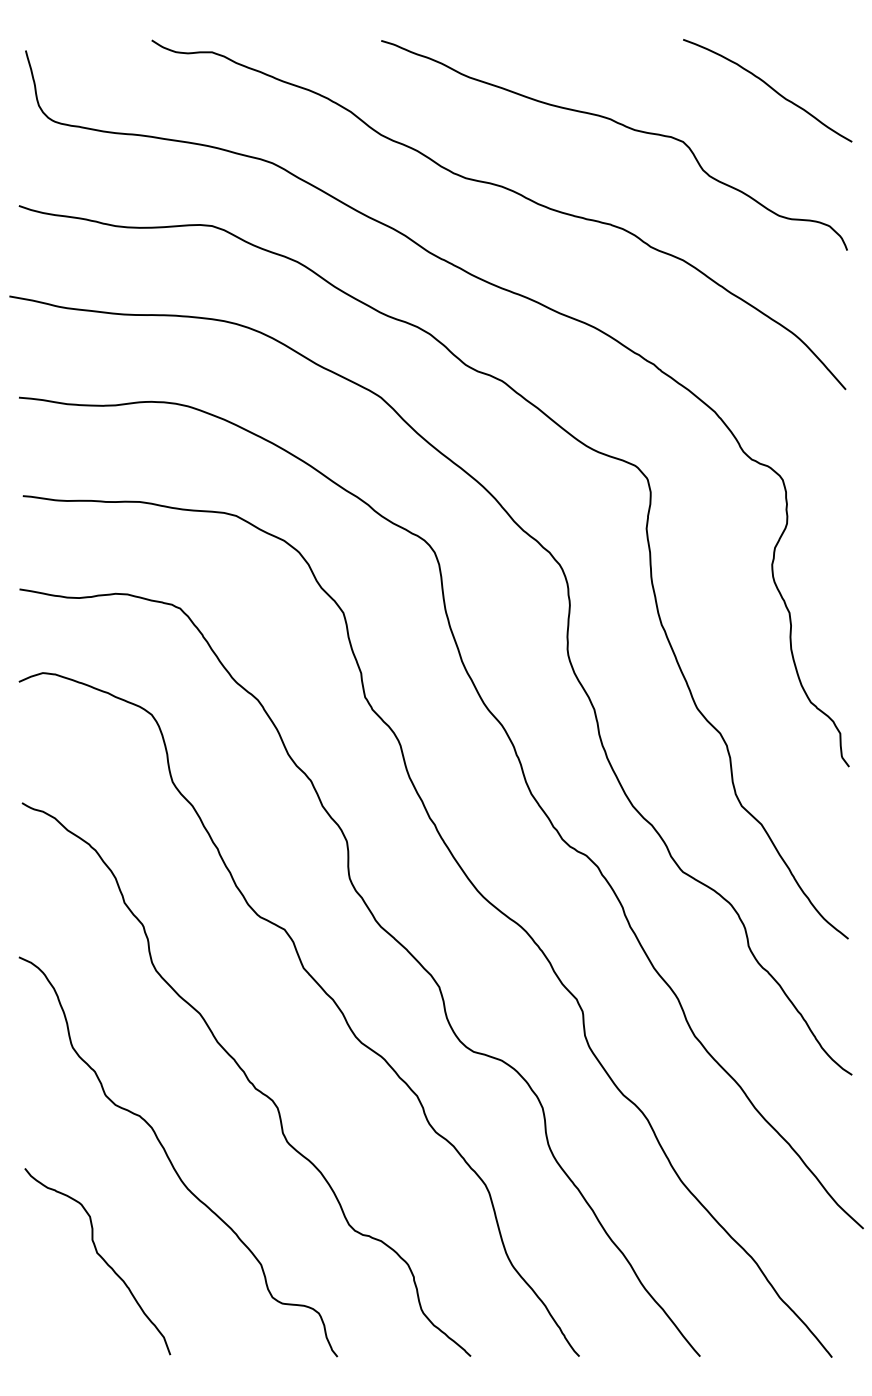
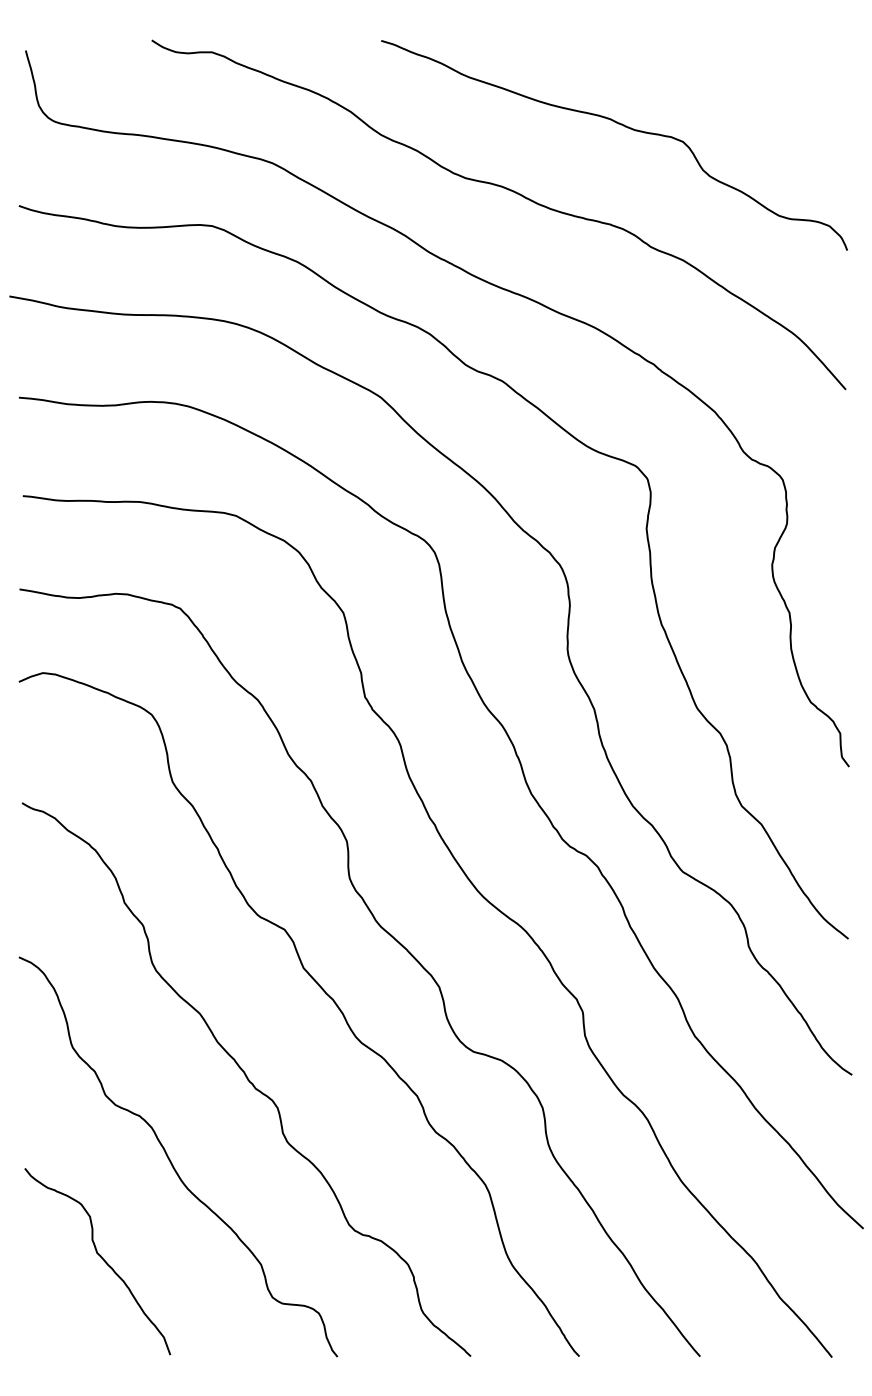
curve at (769, 87): present -> none
